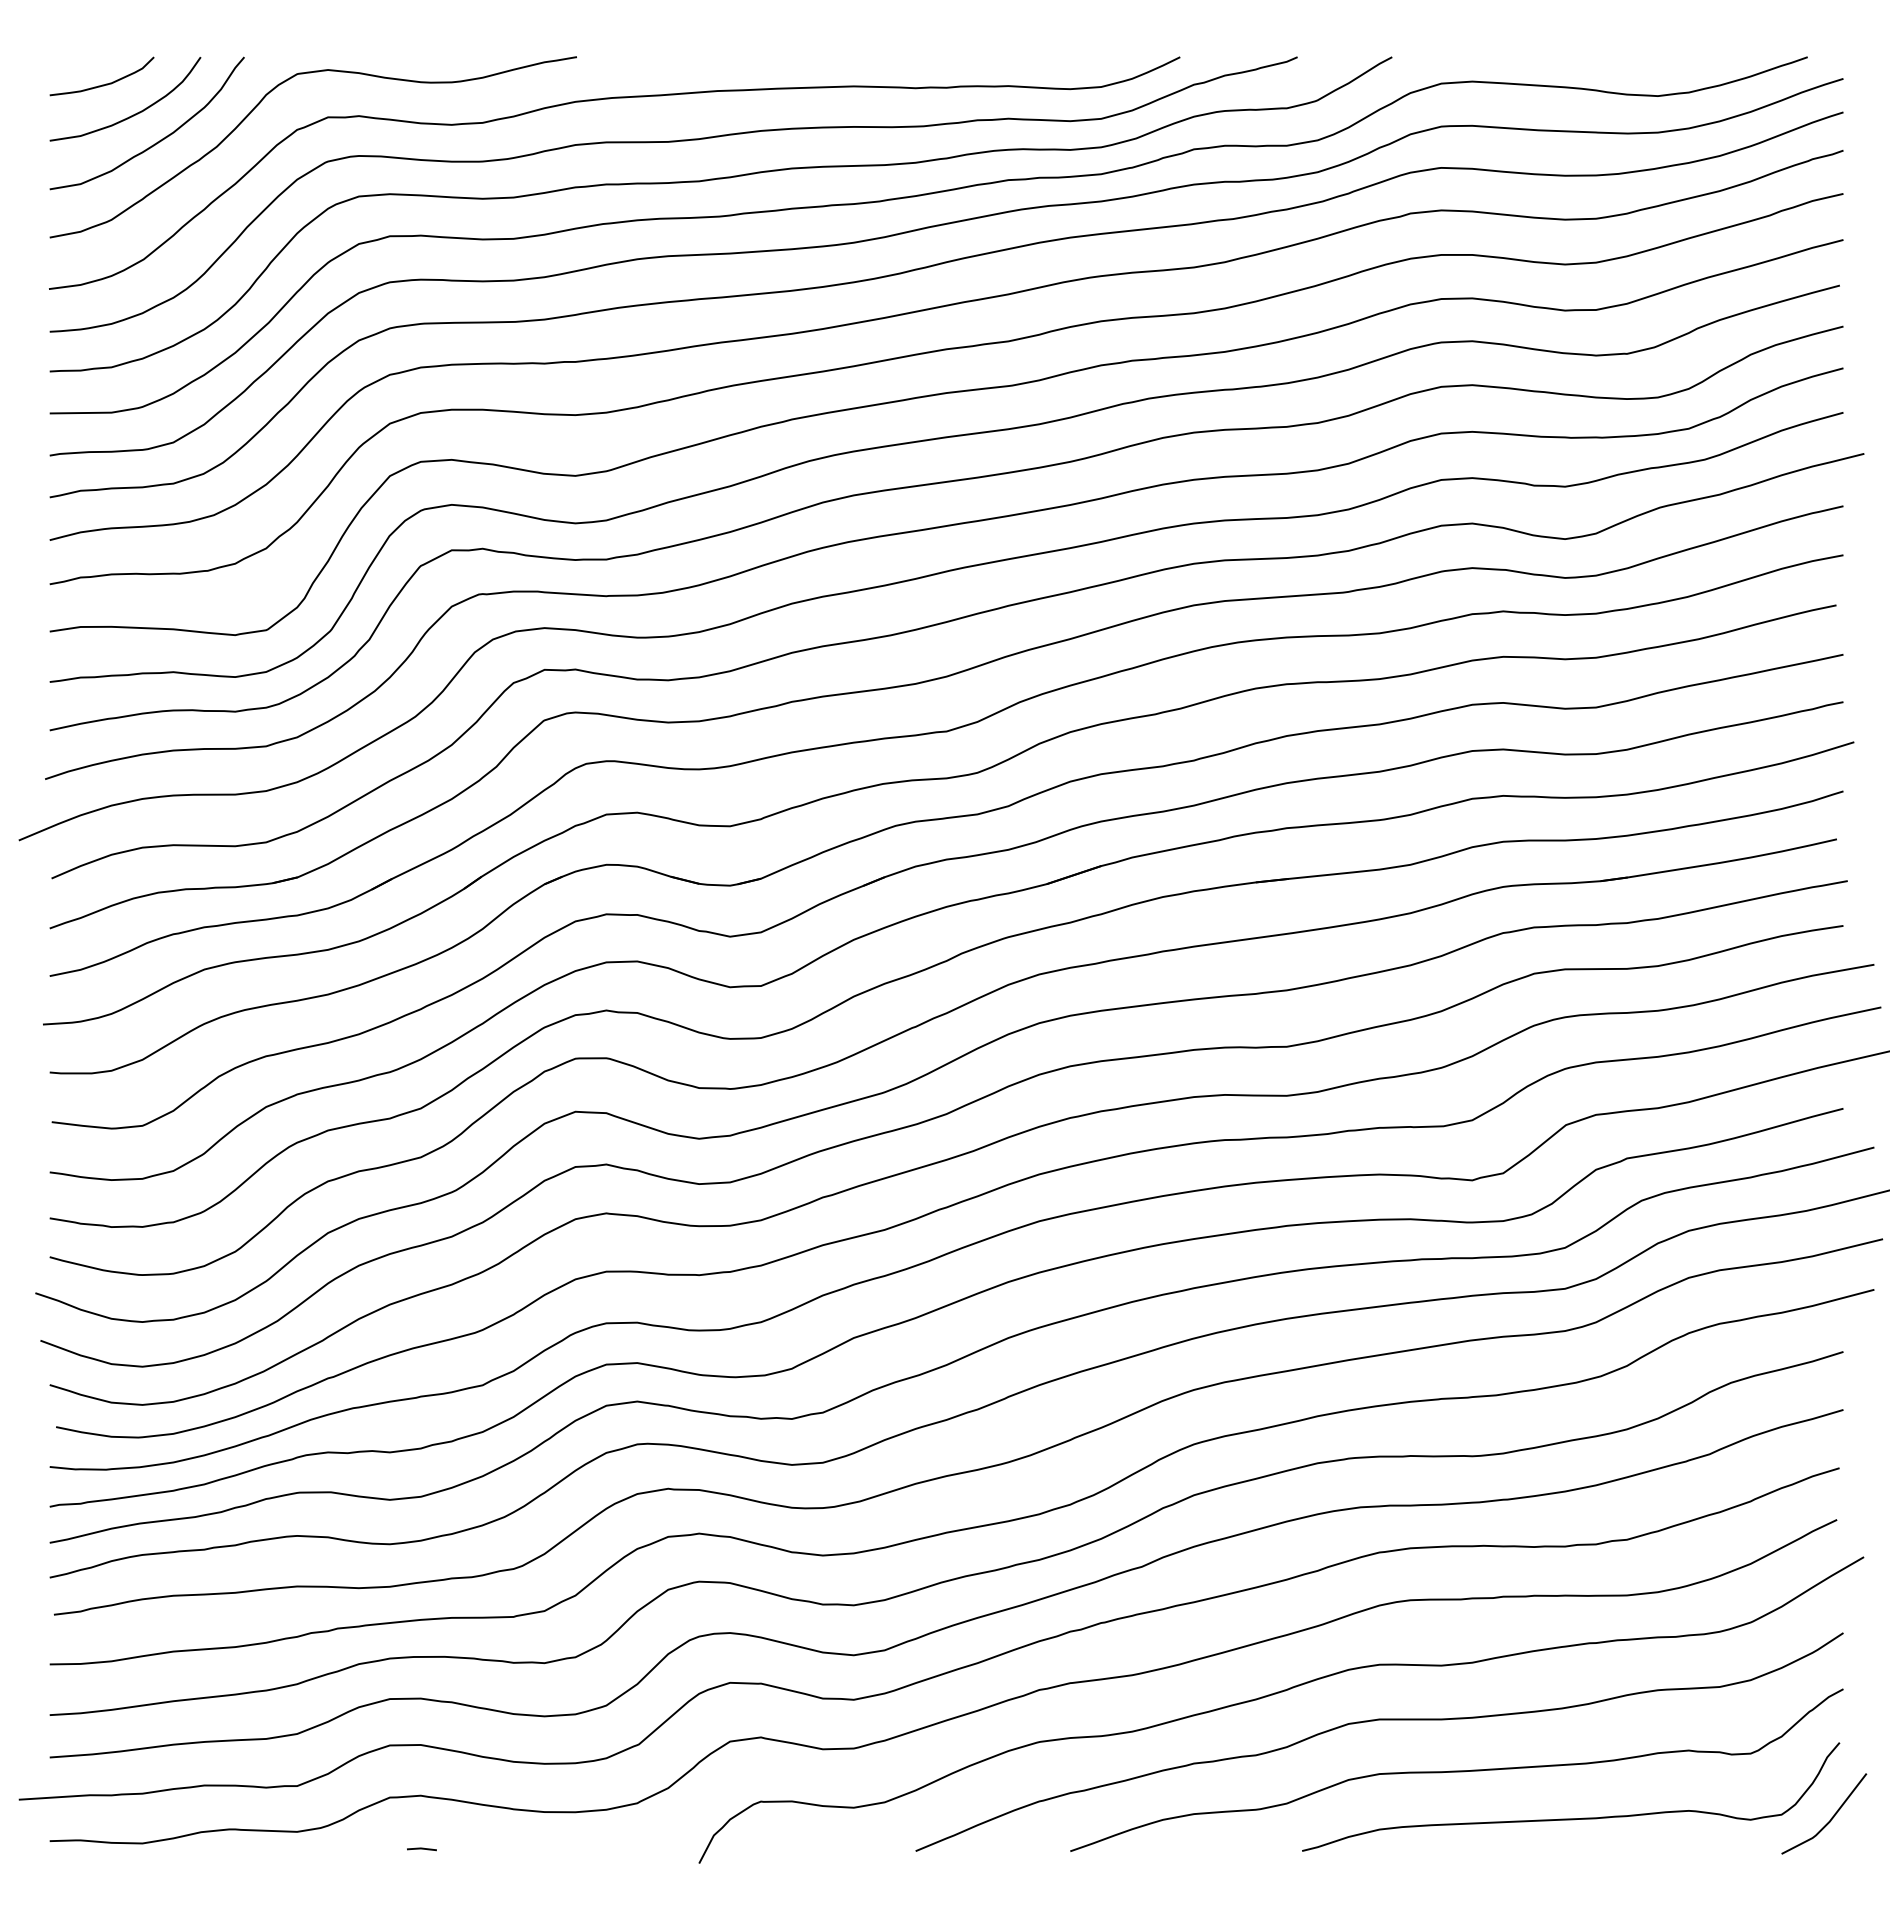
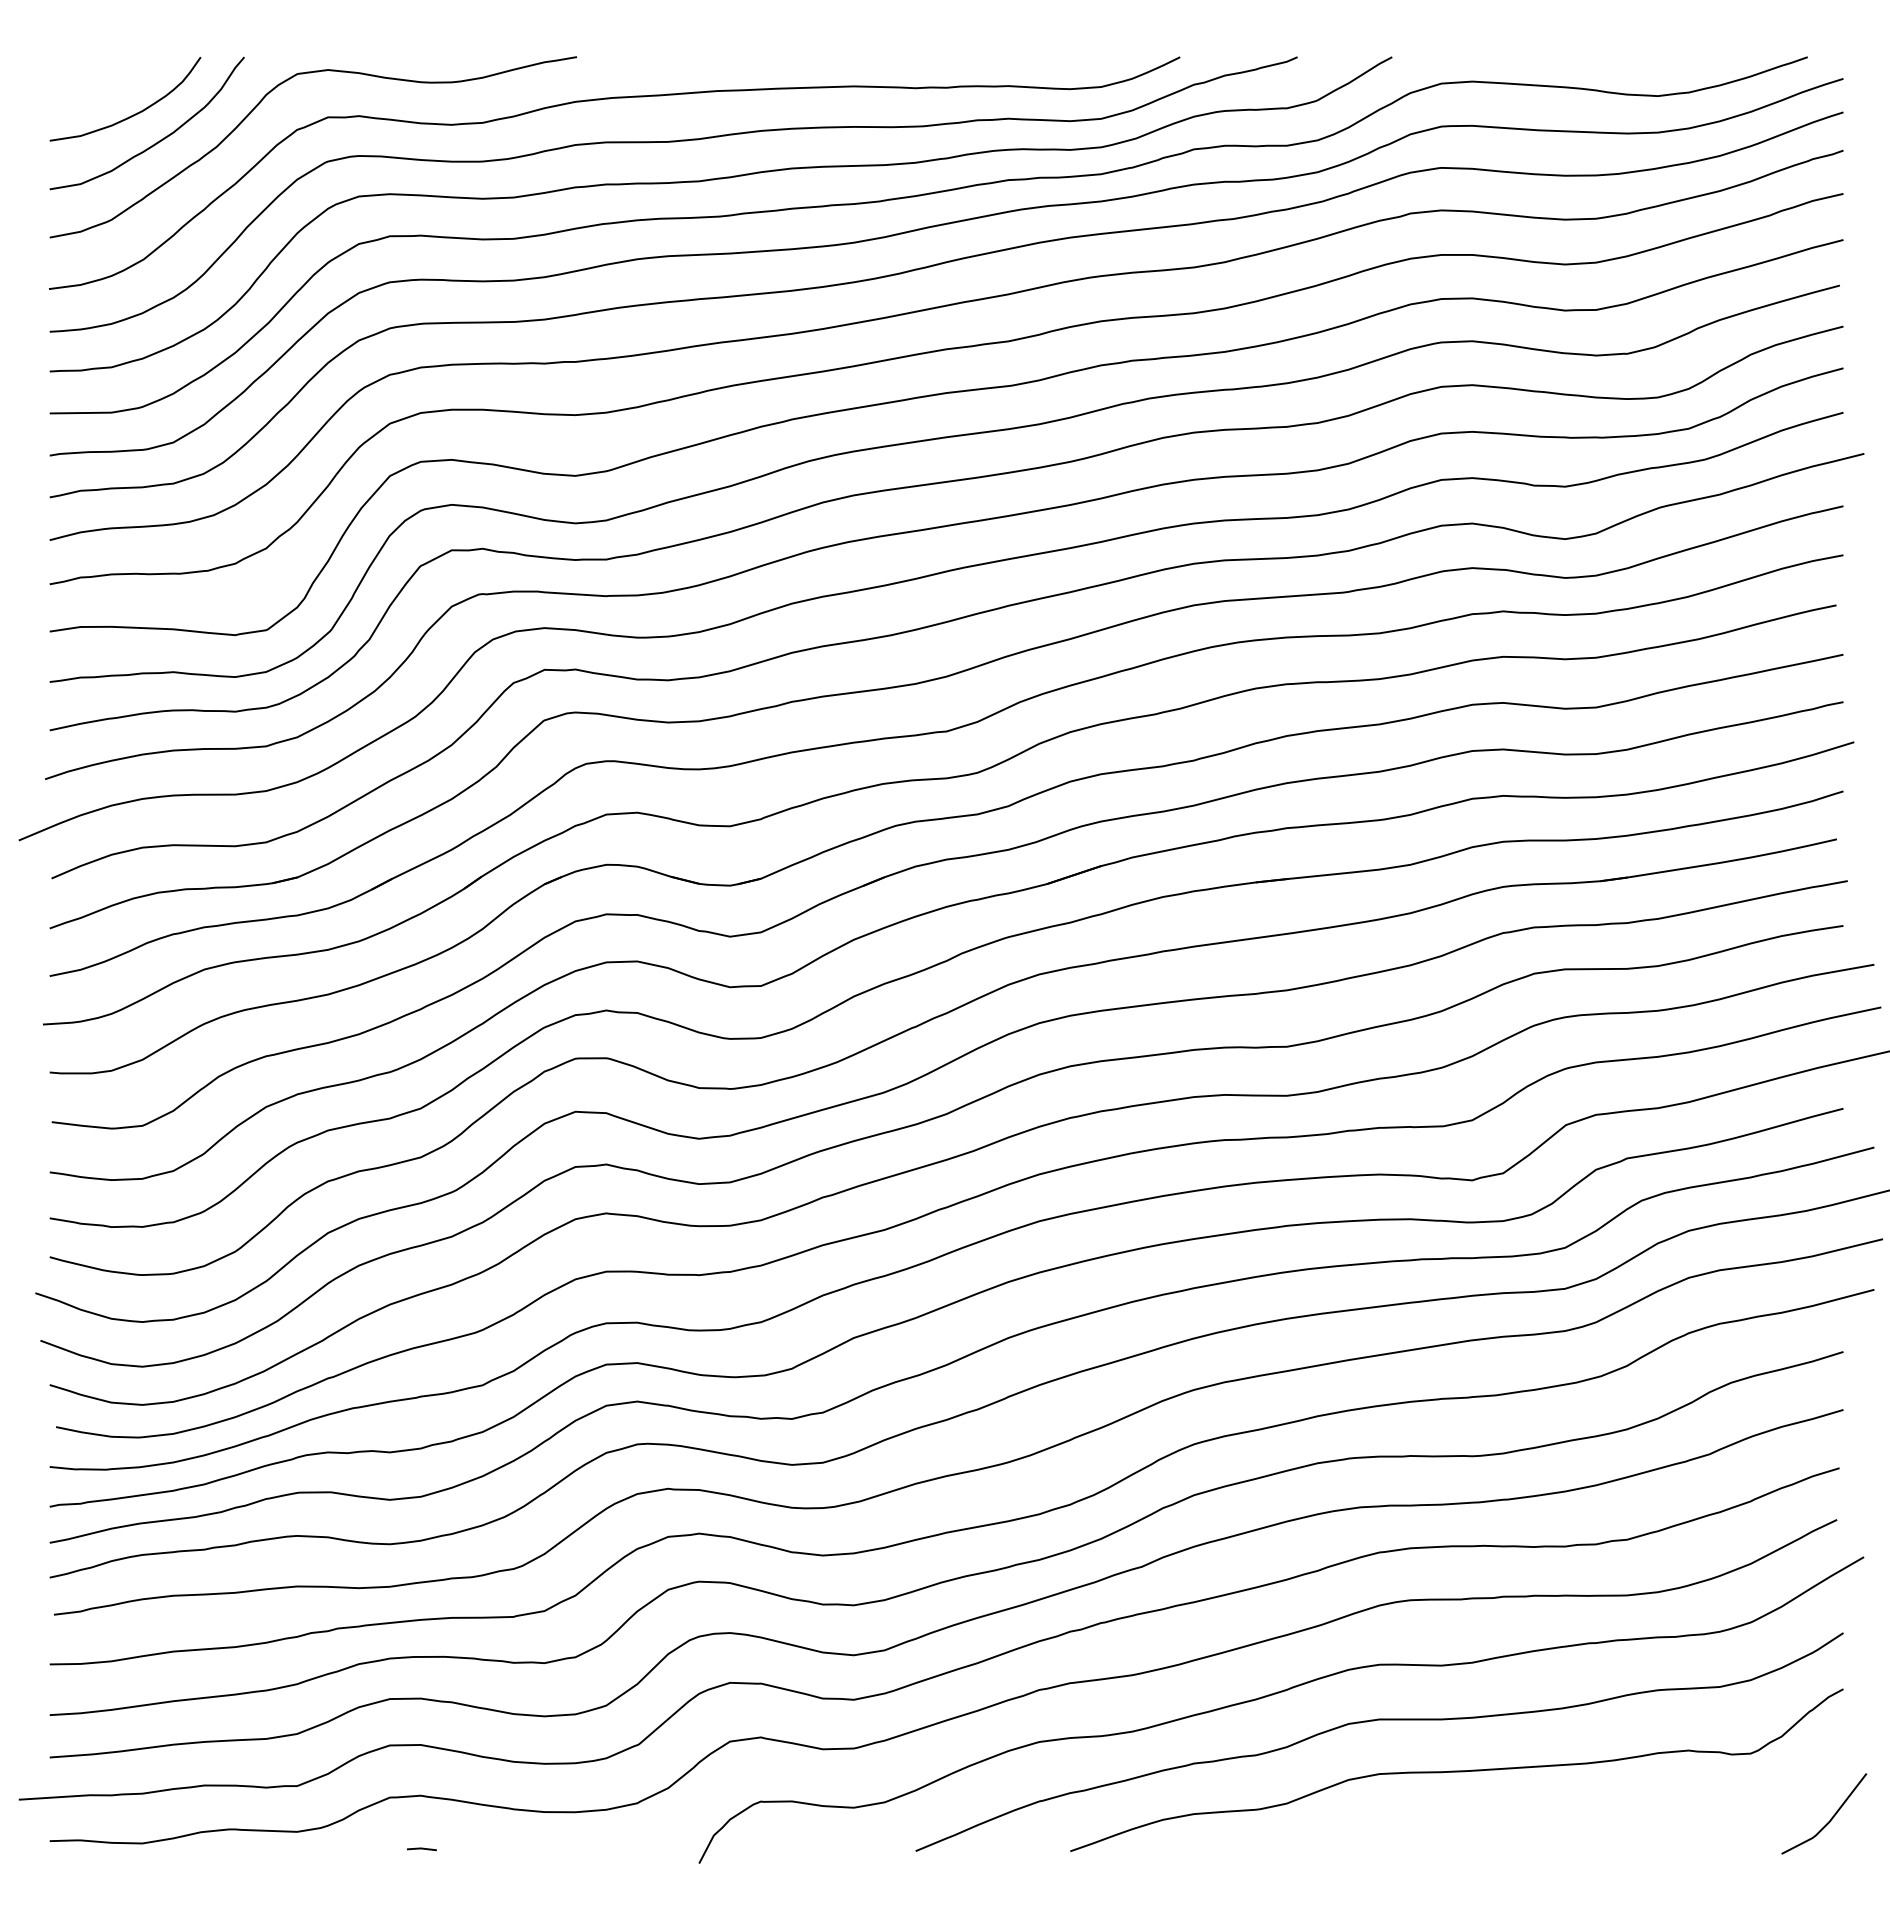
curve at (102, 84): present -> none
curve at (1571, 1818): present -> none
